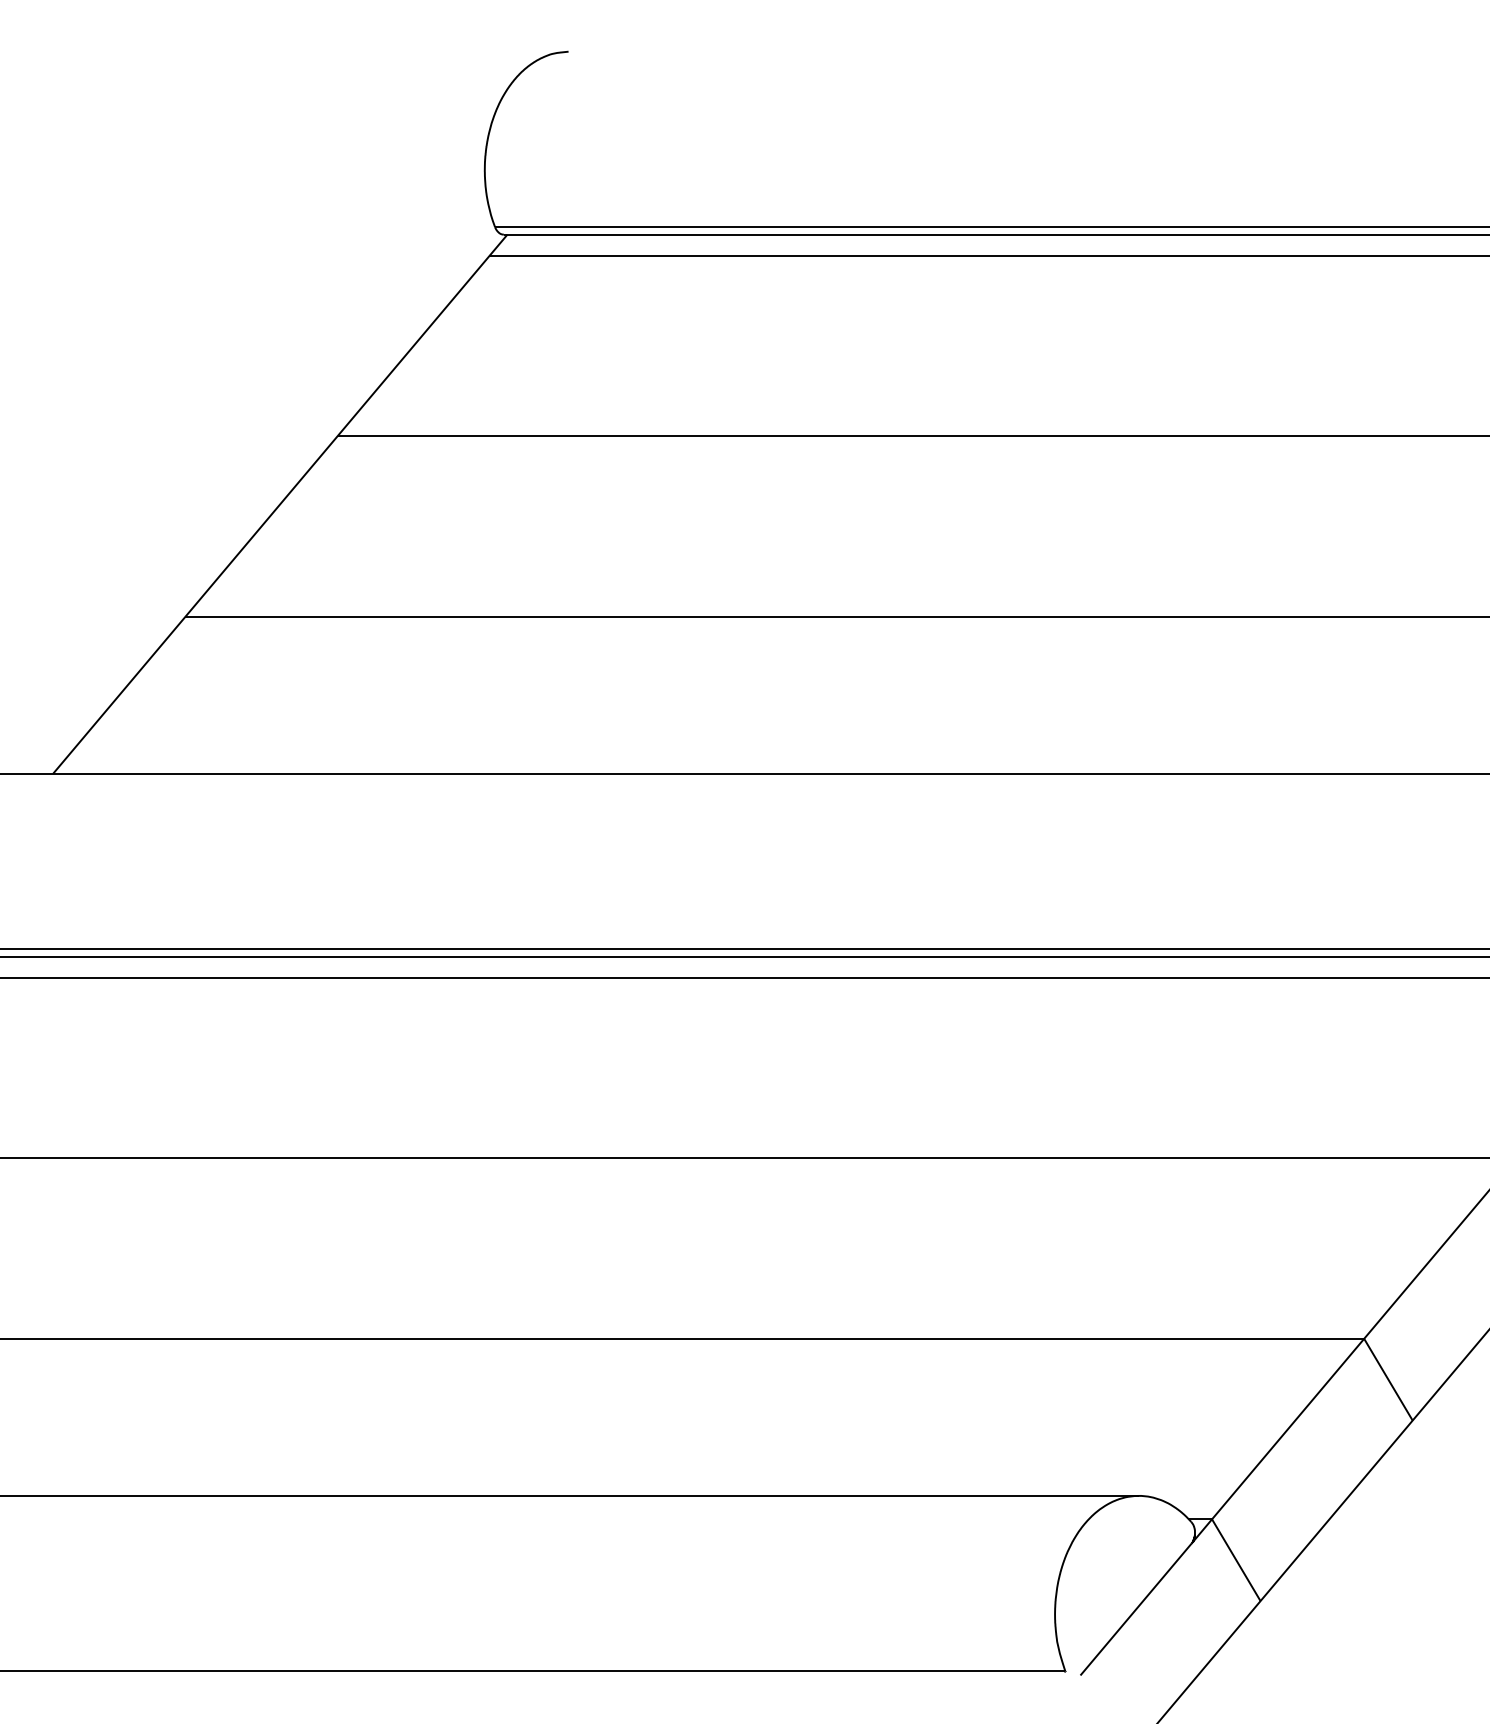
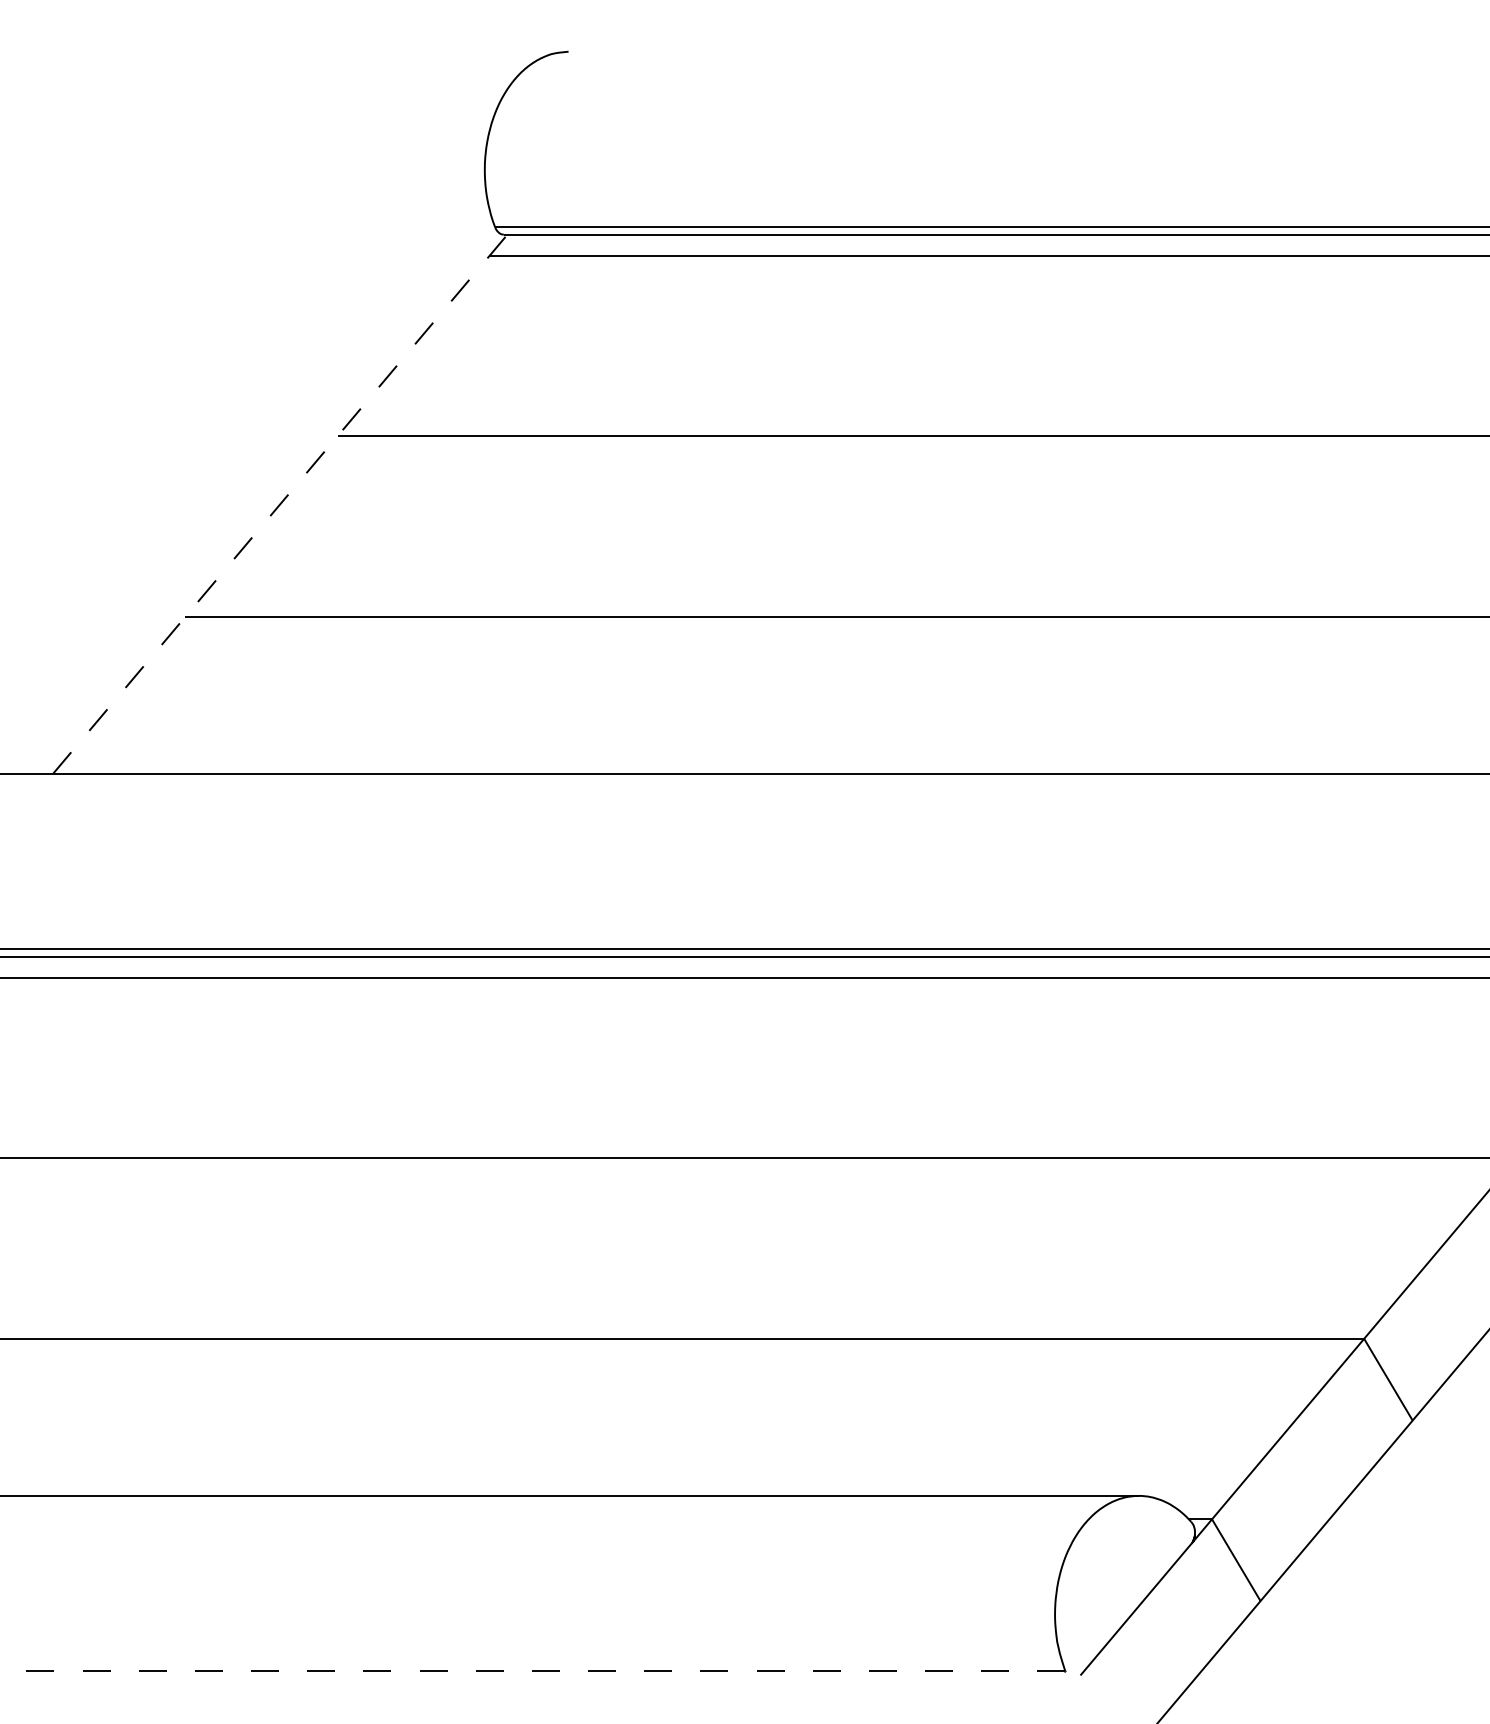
line at (280, 503): solid -> dashed
line at (532, 1671): solid -> dashed
